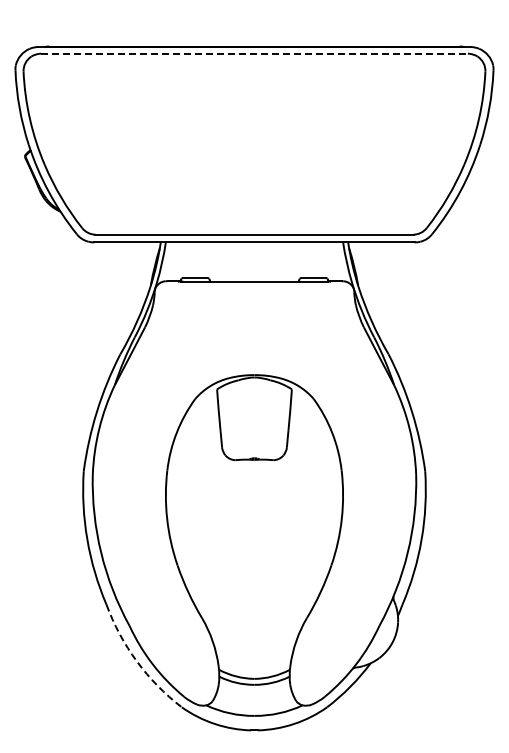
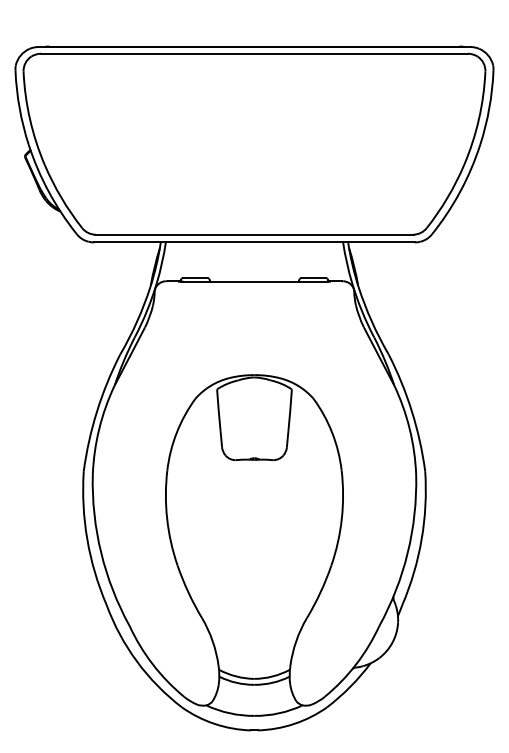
line at (255, 53): dashed -> solid
arc at (136, 661): dashed -> solid
